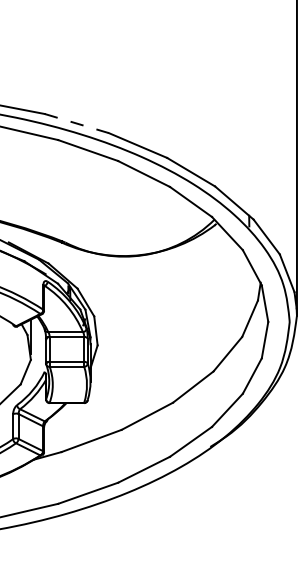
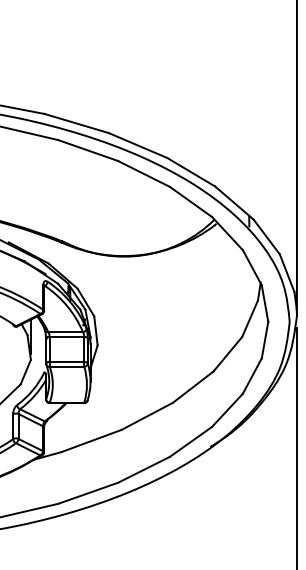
line at (77, 123): dashed -> solid
line at (296, 447): none -> present
